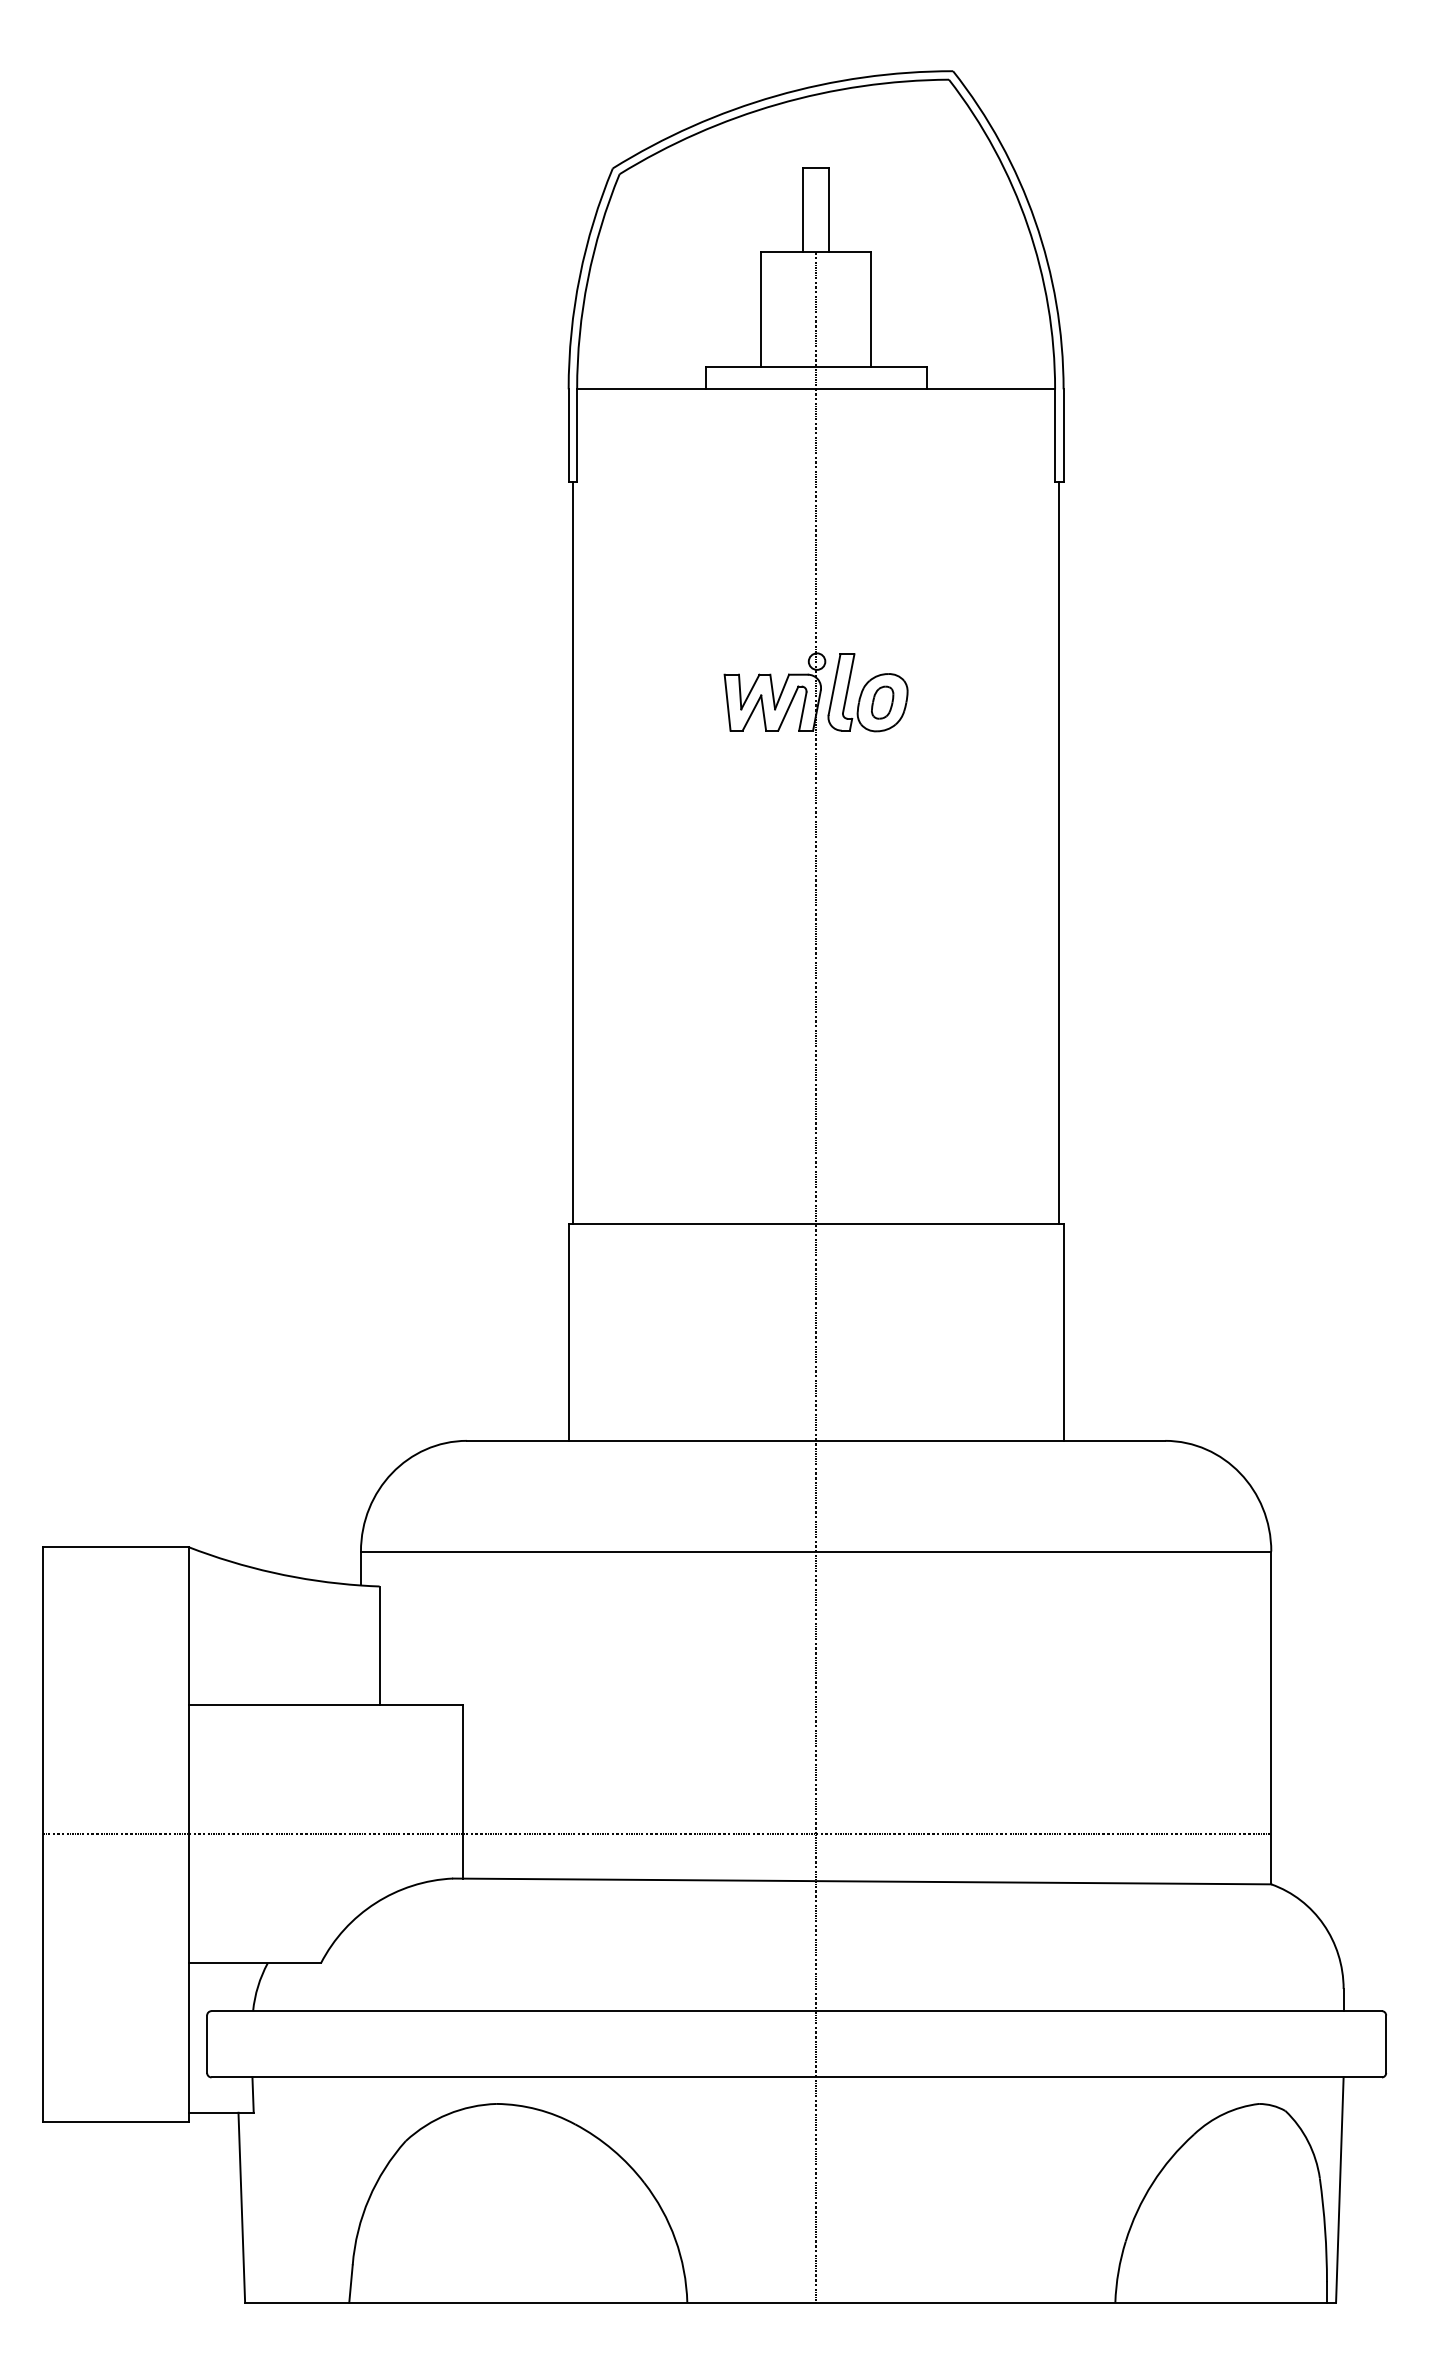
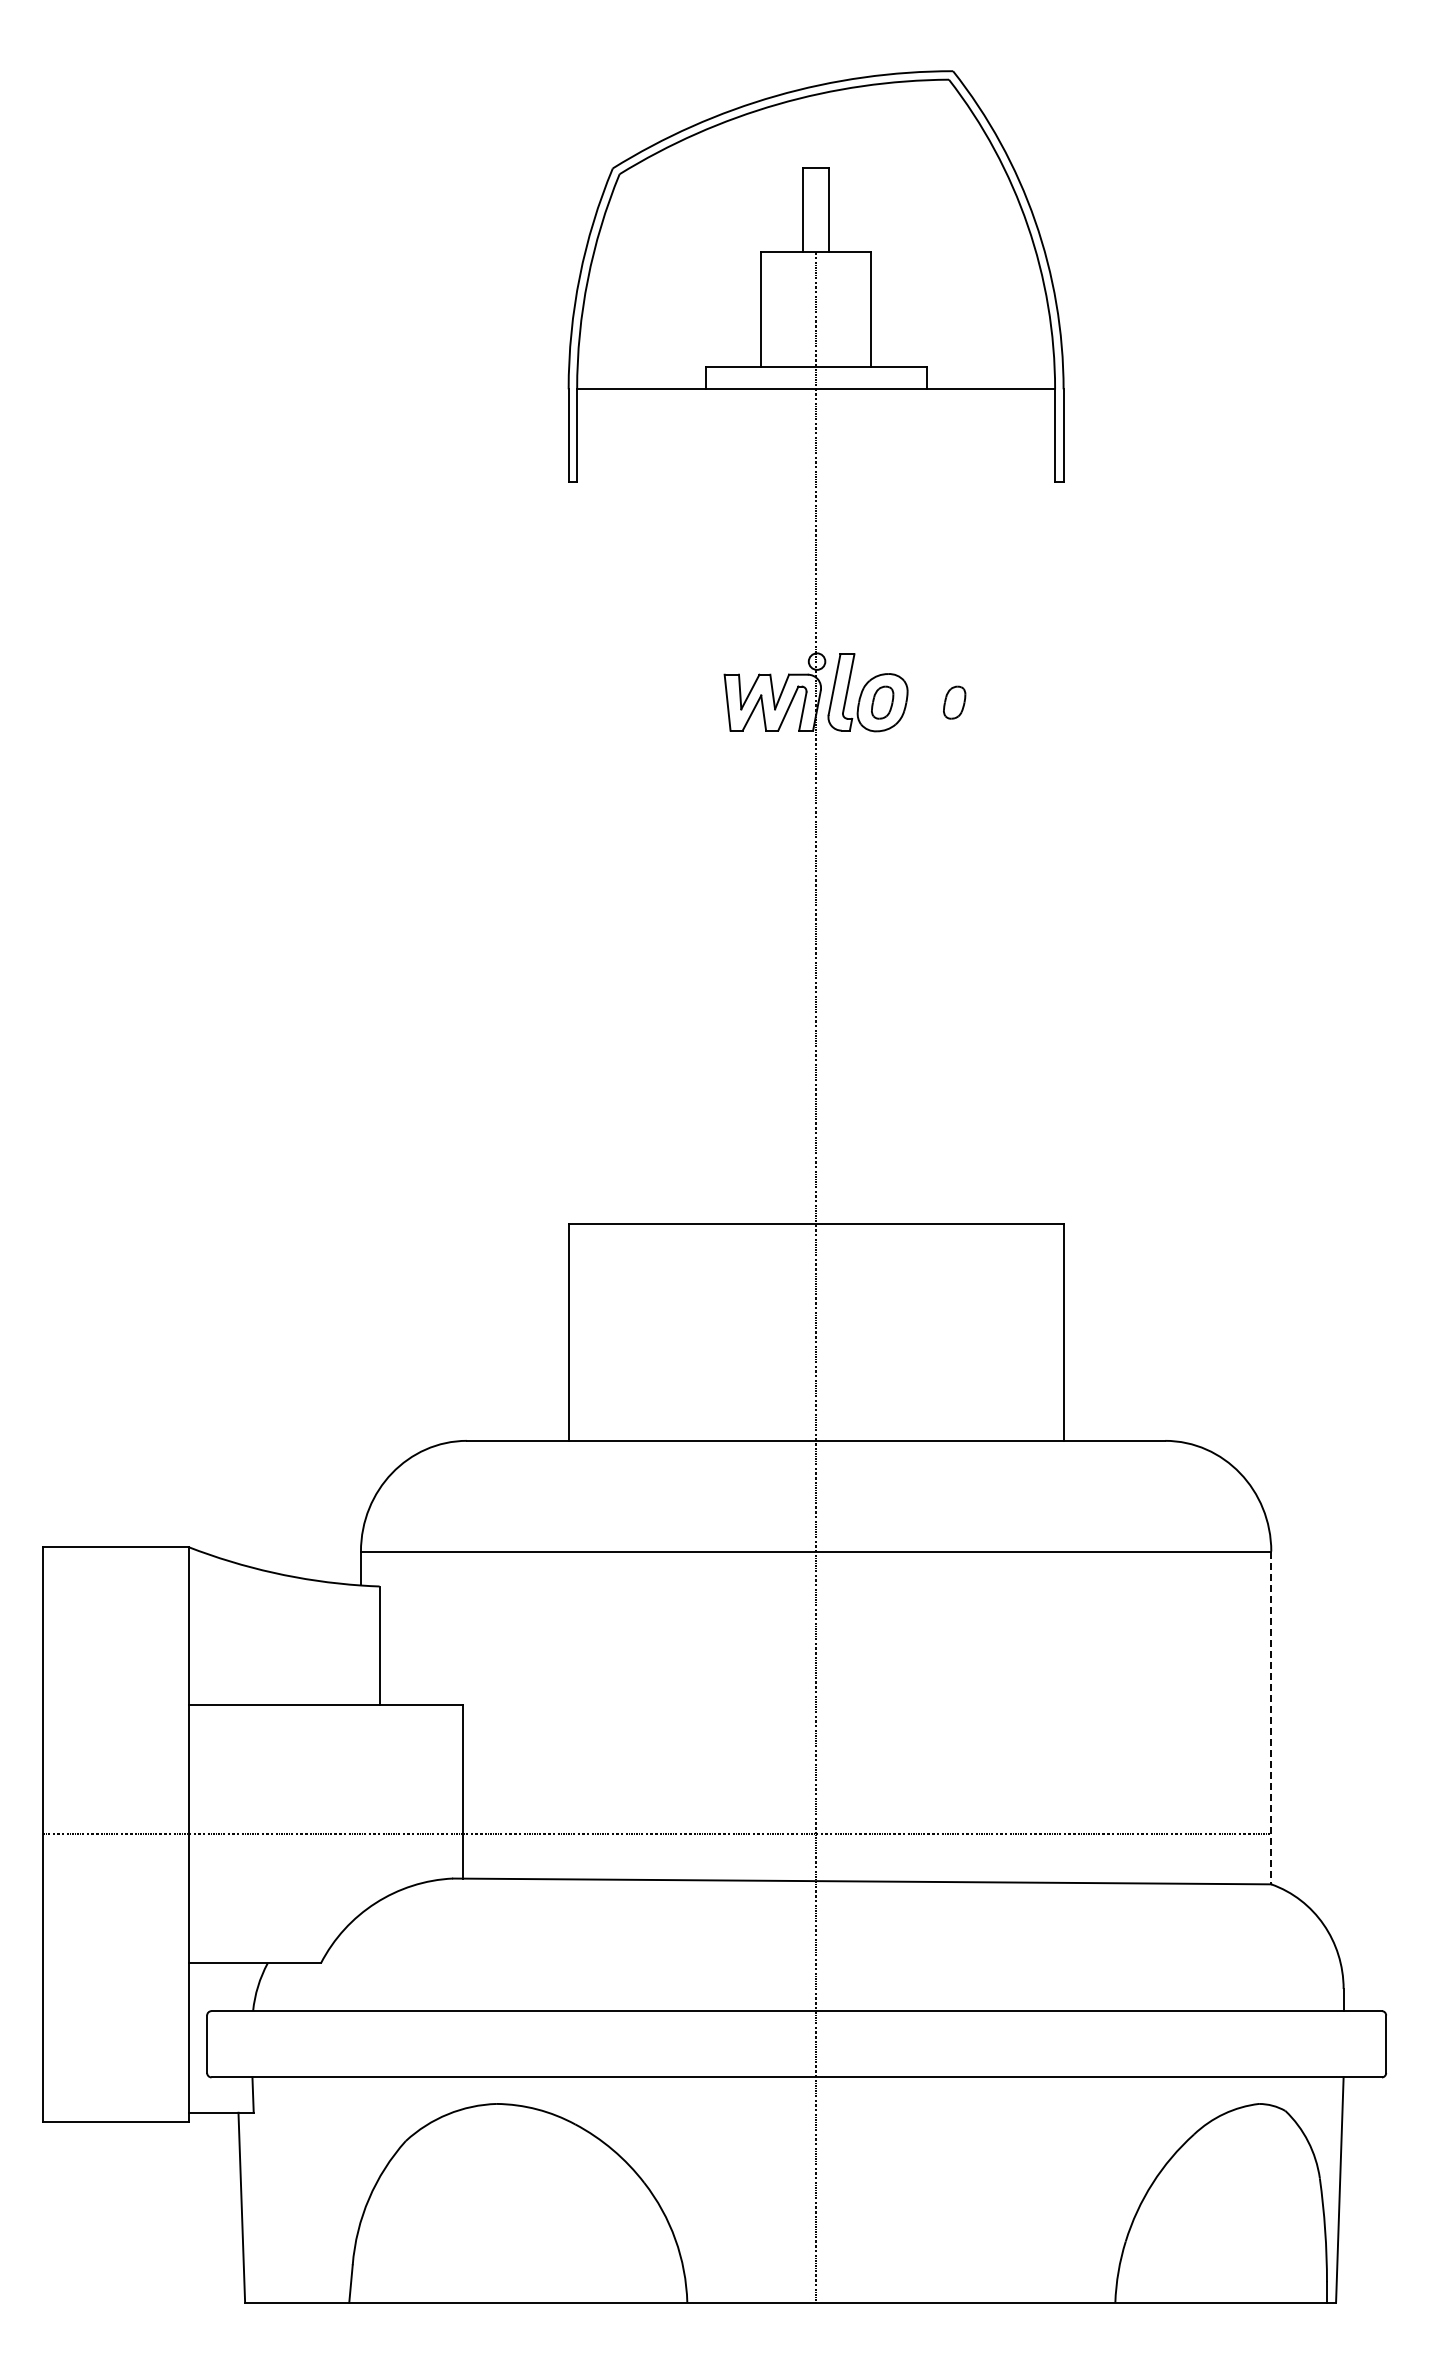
part at (954, 702): none -> present
line at (573, 852): present -> none
line at (1059, 852): present -> none
line at (1271, 1718): solid -> dashed
